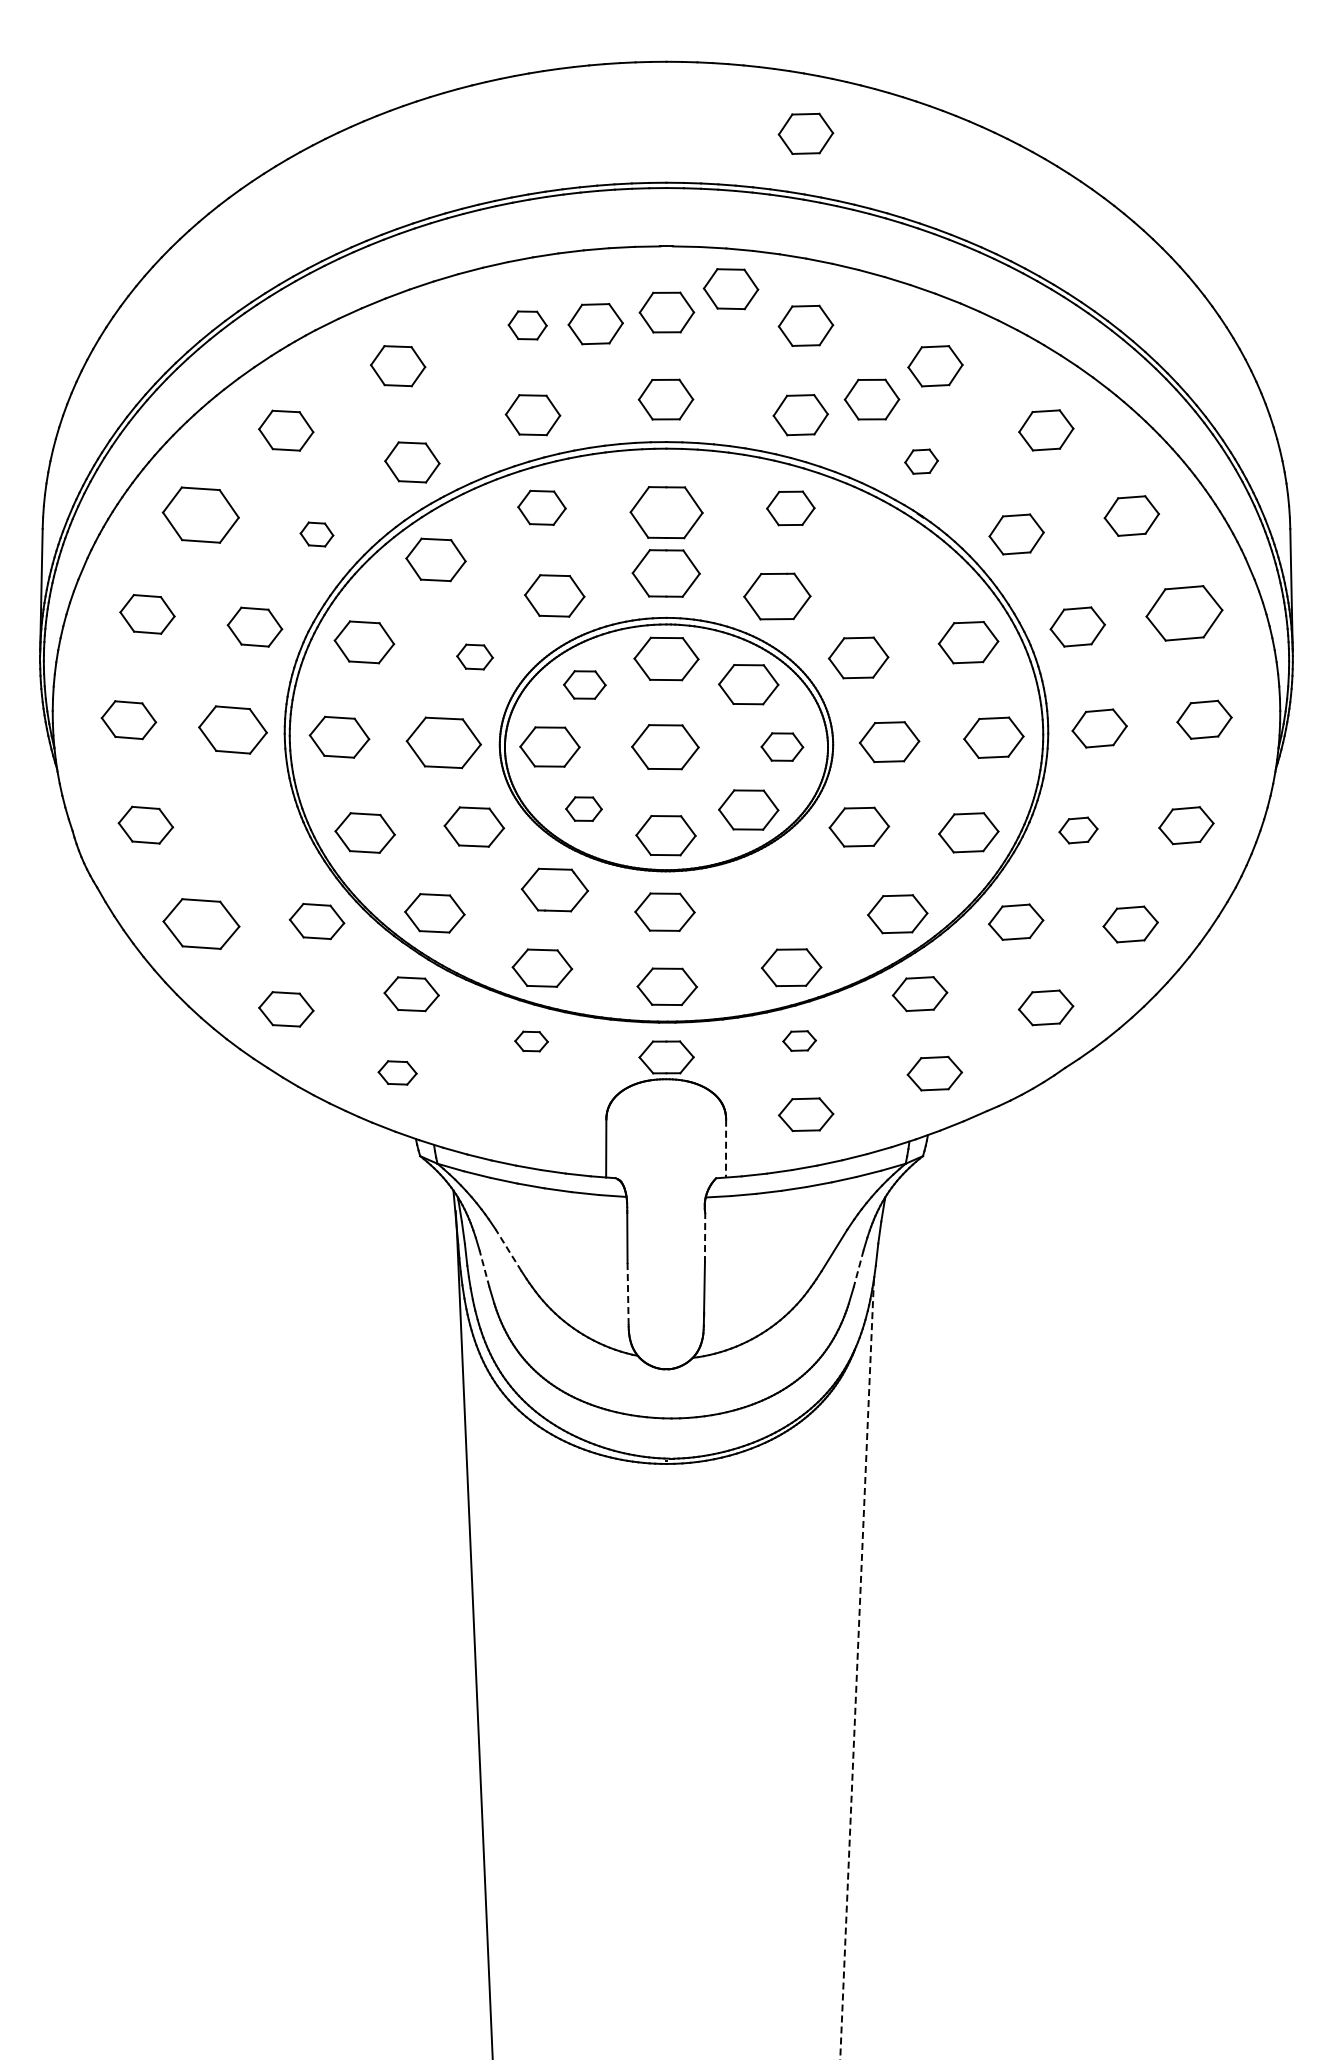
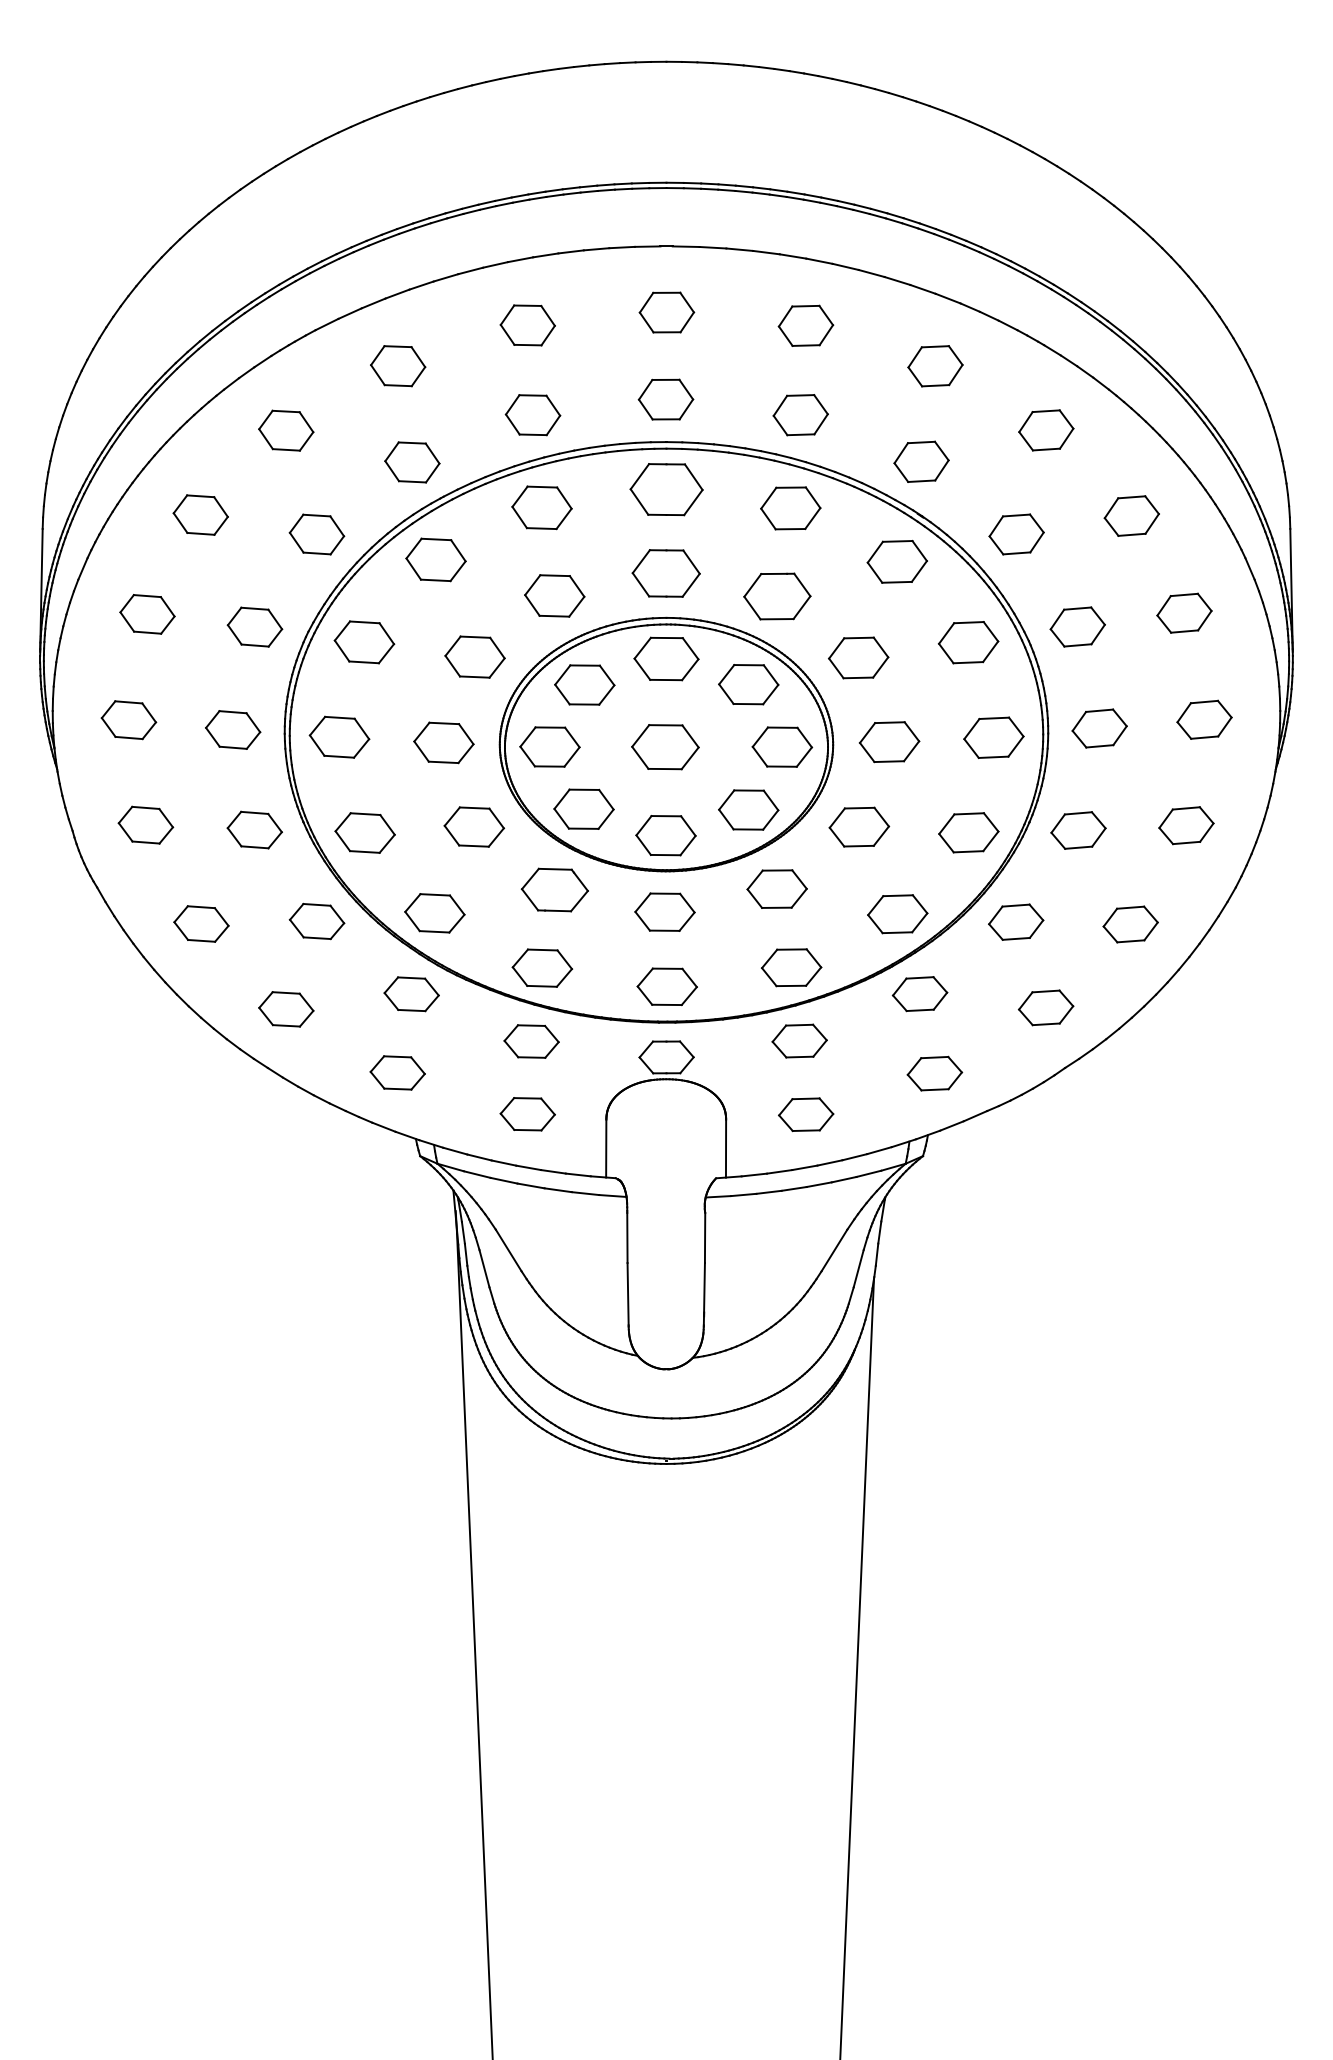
part at (805, 133): present -> none
part at (730, 289): present -> none
part at (595, 324): present -> none
part at (527, 325) size: 41x31 px -> 57x43 px
part at (871, 399): present -> none
part at (921, 461) size: 35x27 px -> 57x43 px
part at (541, 507) size: 50x37 px -> 62x46 px
part at (790, 508) size: 50x37 px -> 62x45 px
part at (666, 512) position: (666, 512) -> (666, 489)
part at (200, 514) size: 79x58 px -> 57x42 px
part at (316, 534) size: 36x27 px -> 58x43 px
part at (896, 561): none -> present
part at (1184, 613) size: 79x57 px -> 57x42 px
part at (474, 656) size: 38x28 px -> 62x44 px
part at (584, 684) size: 44x30 px -> 62x42 px
part at (232, 729) size: 70x50 px -> 57x40 px
part at (443, 742) size: 77x54 px -> 62x44 px
part at (782, 746) size: 45x30 px -> 63x42 px
part at (583, 808) size: 38x26 px -> 62x42 px
part at (254, 829): none -> present
part at (1078, 830) size: 41x29 px -> 57x39 px
part at (776, 888): none -> present
part at (201, 923) size: 79x52 px -> 57x38 px
part at (799, 1040) size: 35x22 px -> 57x36 px
part at (531, 1041) size: 35x23 px -> 57x35 px
part at (397, 1072) size: 41x26 px -> 57x36 px
part at (527, 1114): none -> present
line at (726, 1148): dashed -> solid
line at (705, 1237): dashed -> solid
line at (508, 1250): dashed -> solid
line at (484, 1268): dashed -> solid
line at (858, 1269): dashed -> solid
line at (628, 1294): dashed -> solid
line at (857, 1669): dashed -> solid
